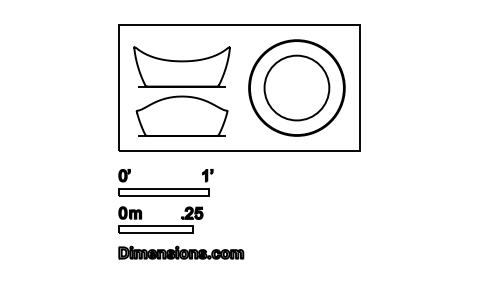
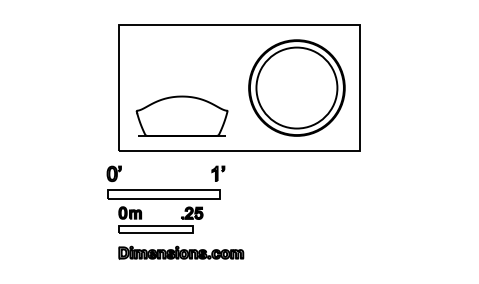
part at (181, 66): present -> none
circle at (296, 87) diameter: 65 px -> 81 px
part at (165, 182) size: 96x28 px -> 120x35 px
